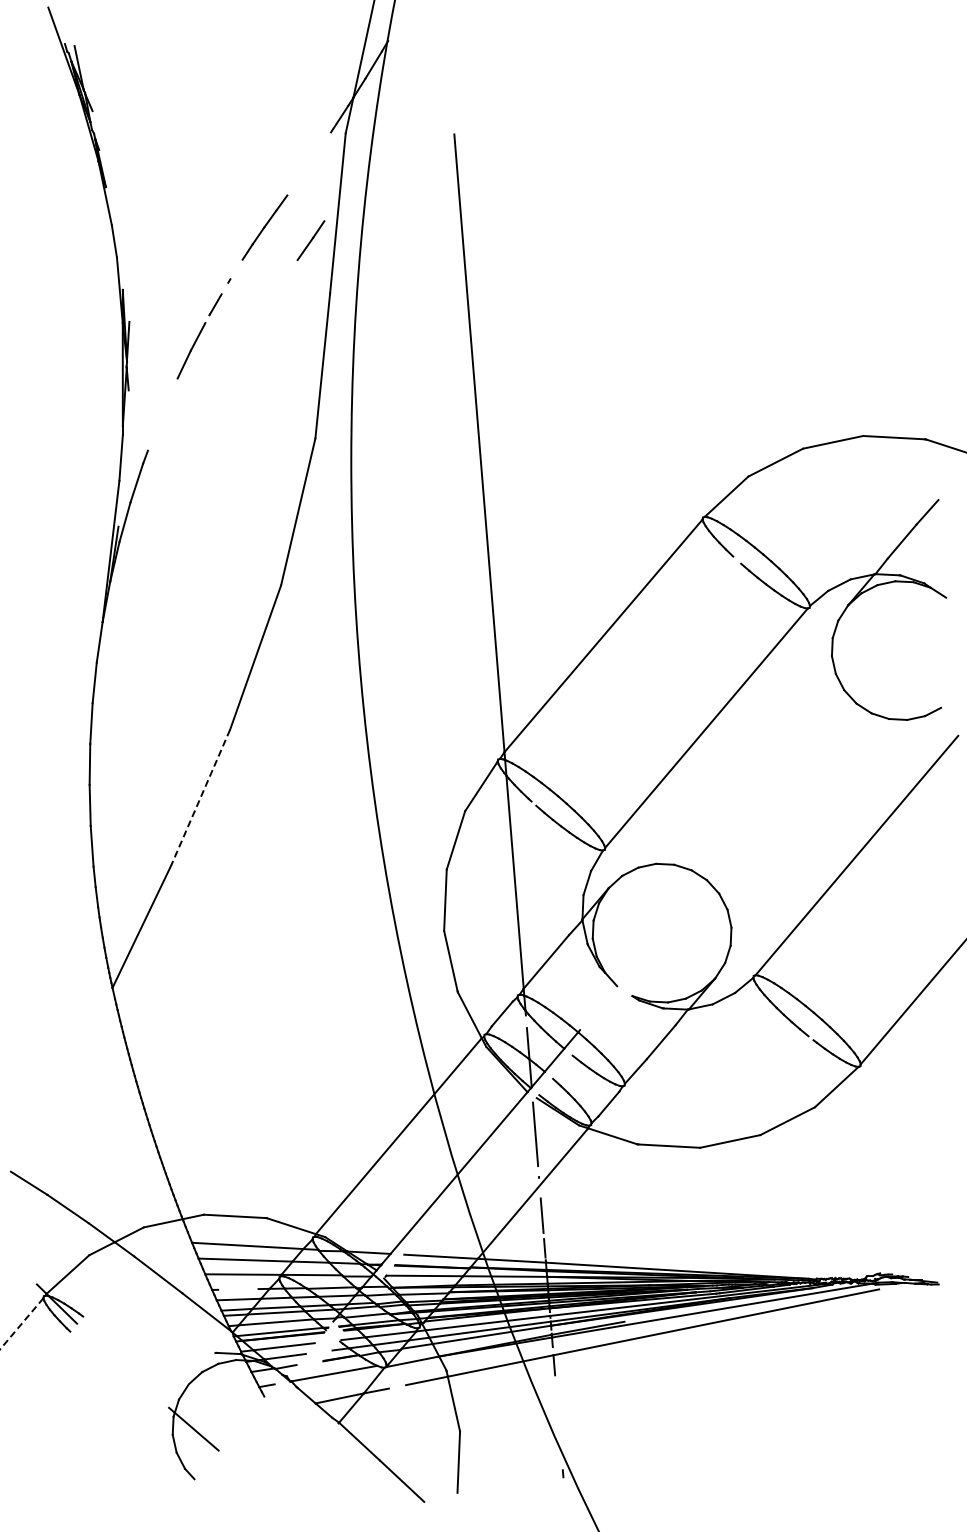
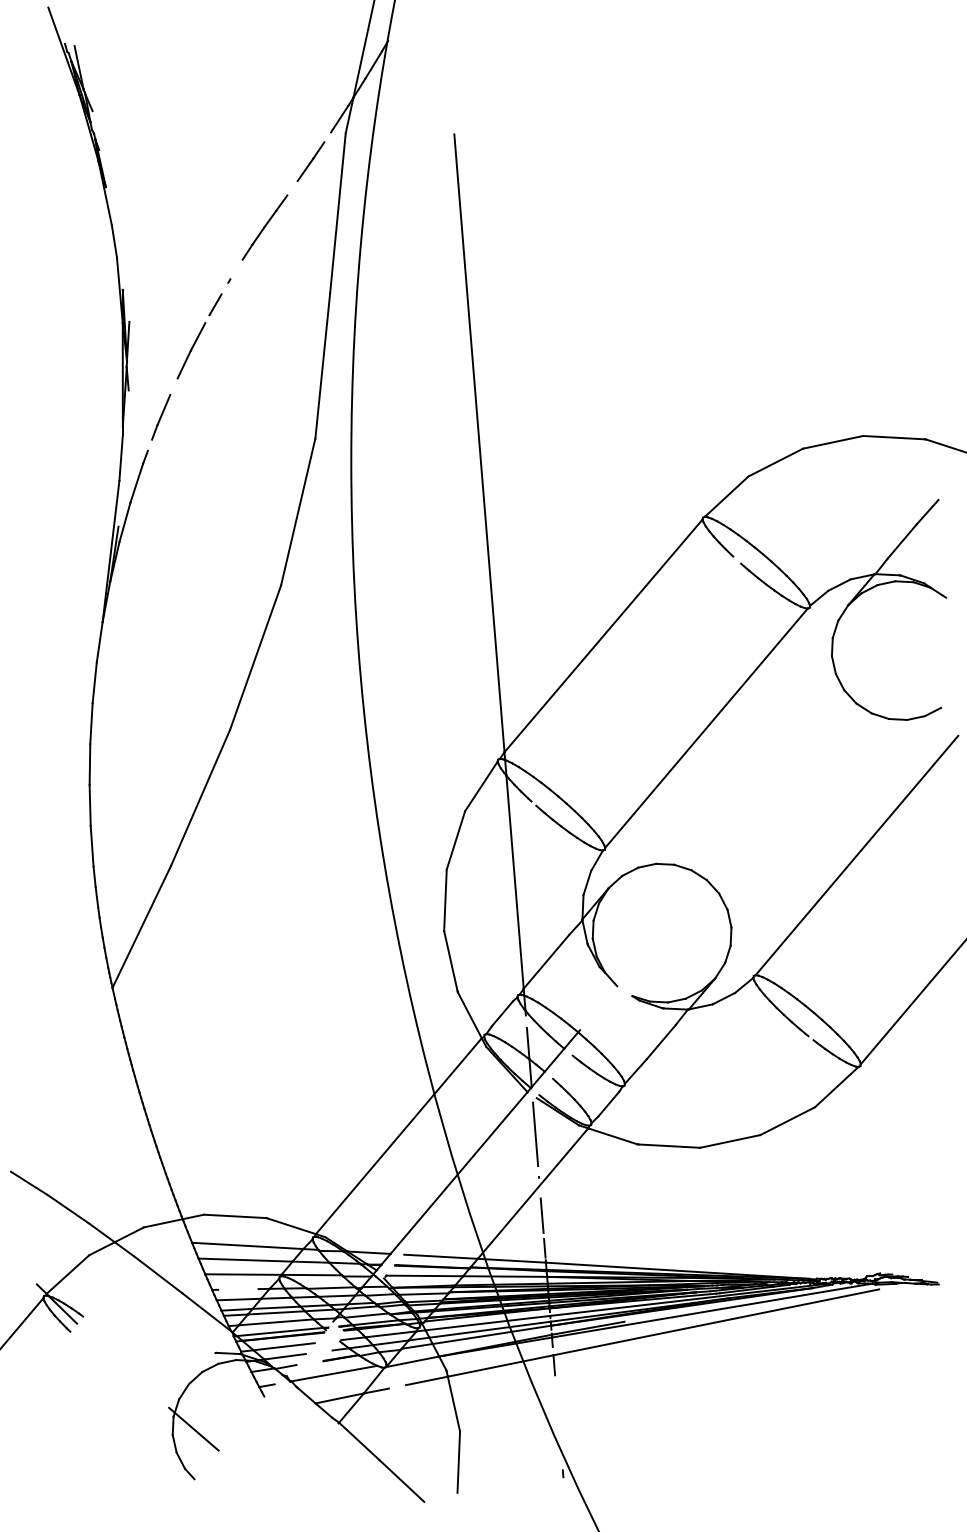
line at (310, 240) position: (310, 240) -> (310, 161)
line at (161, 417): none -> present
line at (200, 798): dashed -> solid
line at (21, 1324): dashed -> solid
